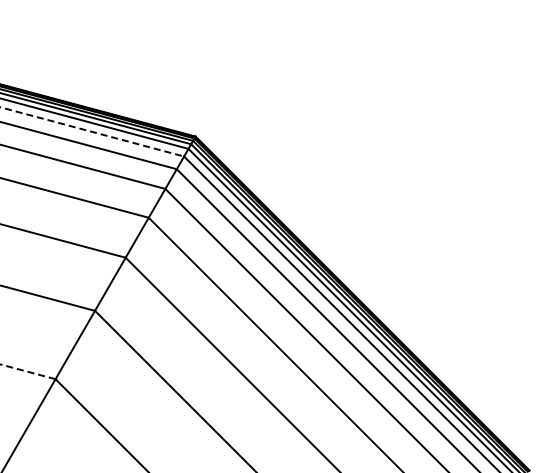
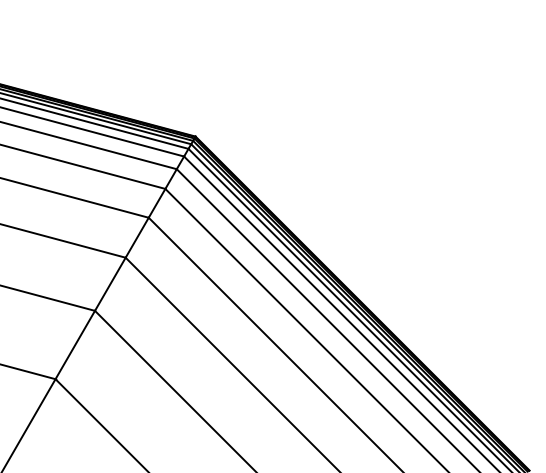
line at (92, 131): dashed -> solid
line at (27, 371): dashed -> solid
